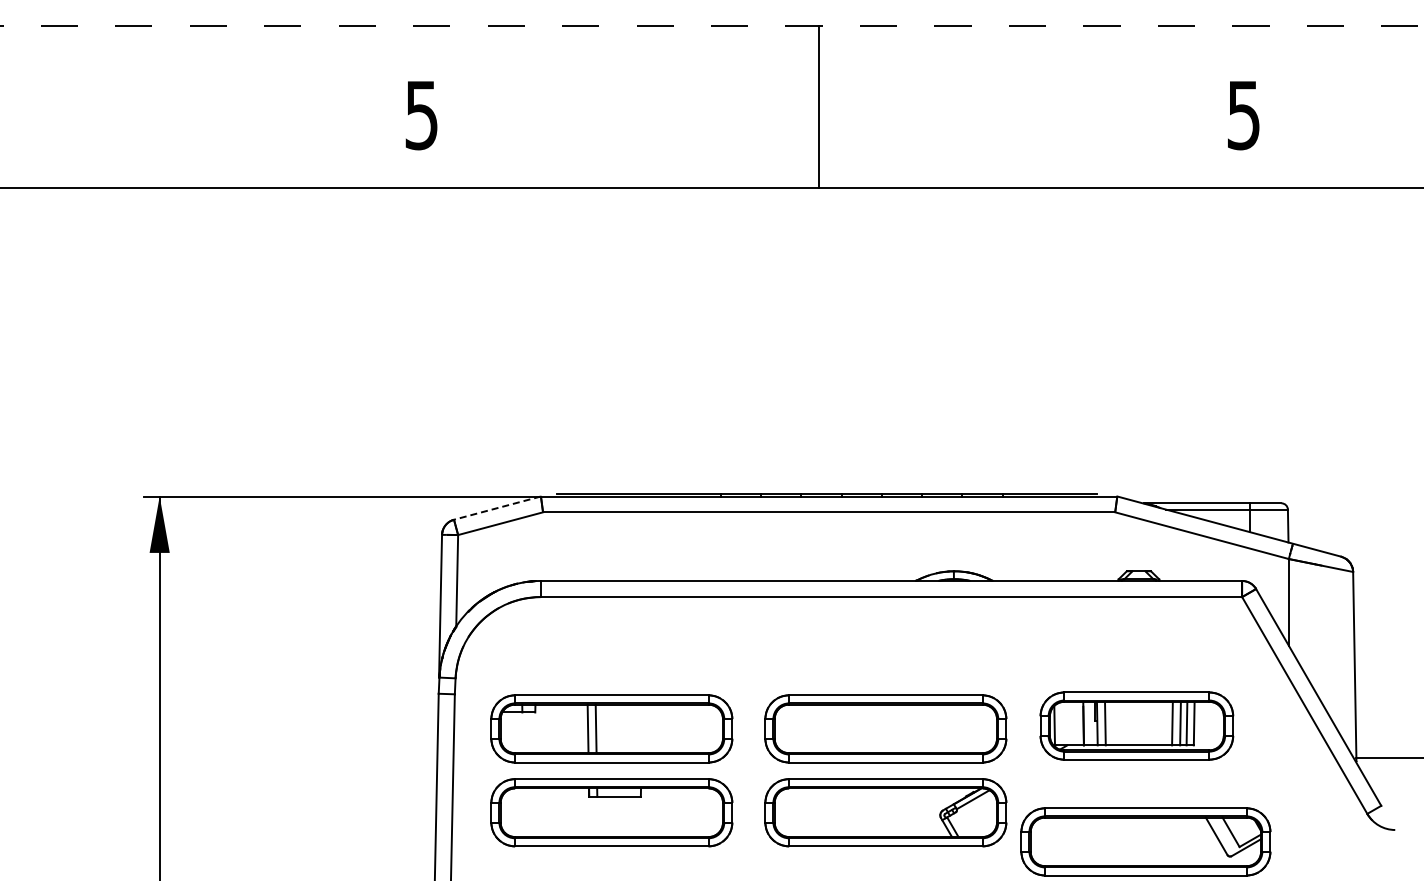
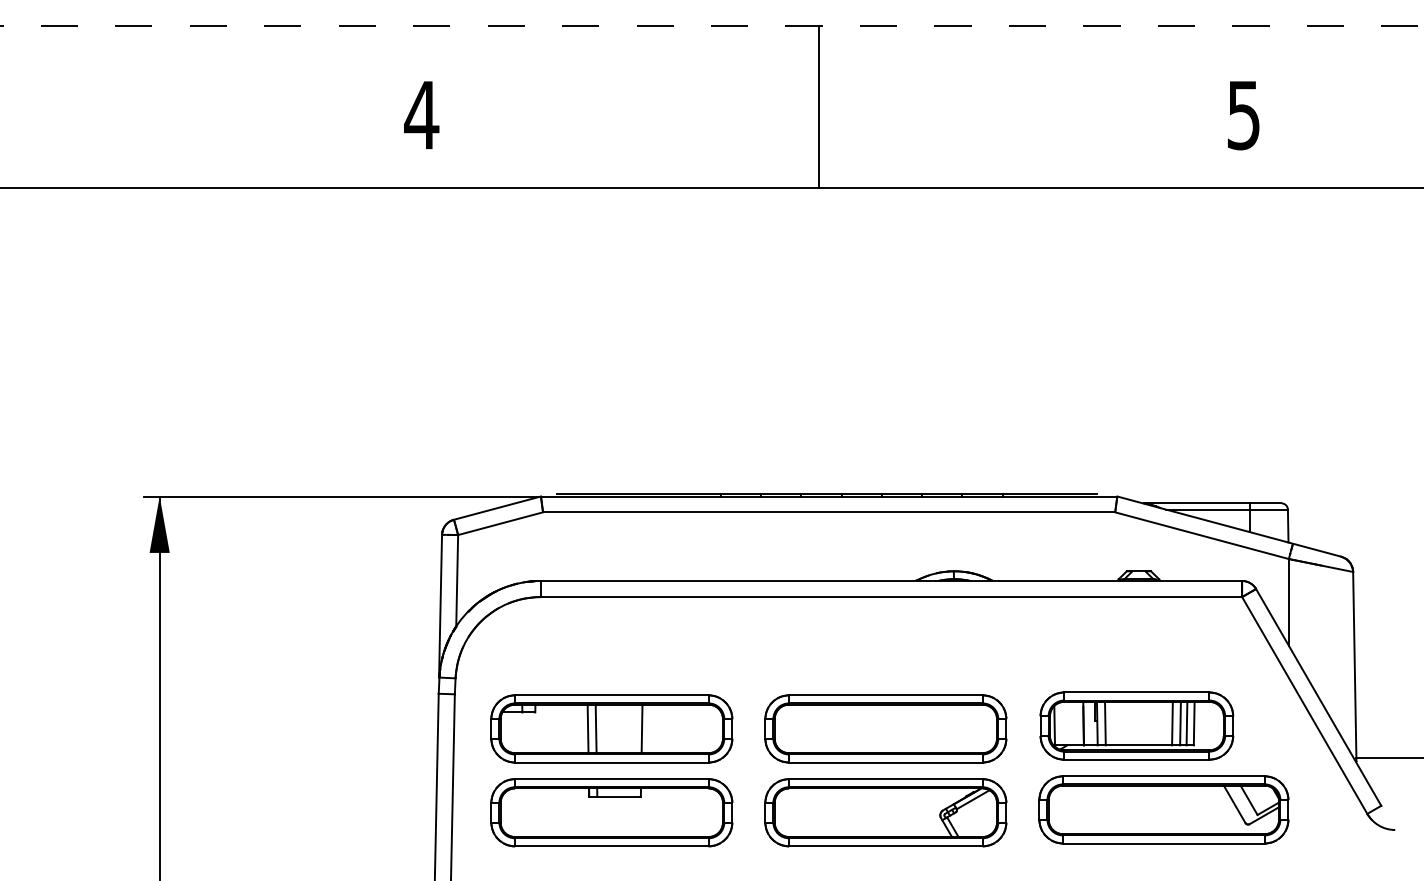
text at (421, 115): 5 -> 4
line at (496, 508): dashed -> solid
line at (641, 728): none -> present
part at (1145, 841) position: (1145, 841) -> (1163, 809)
